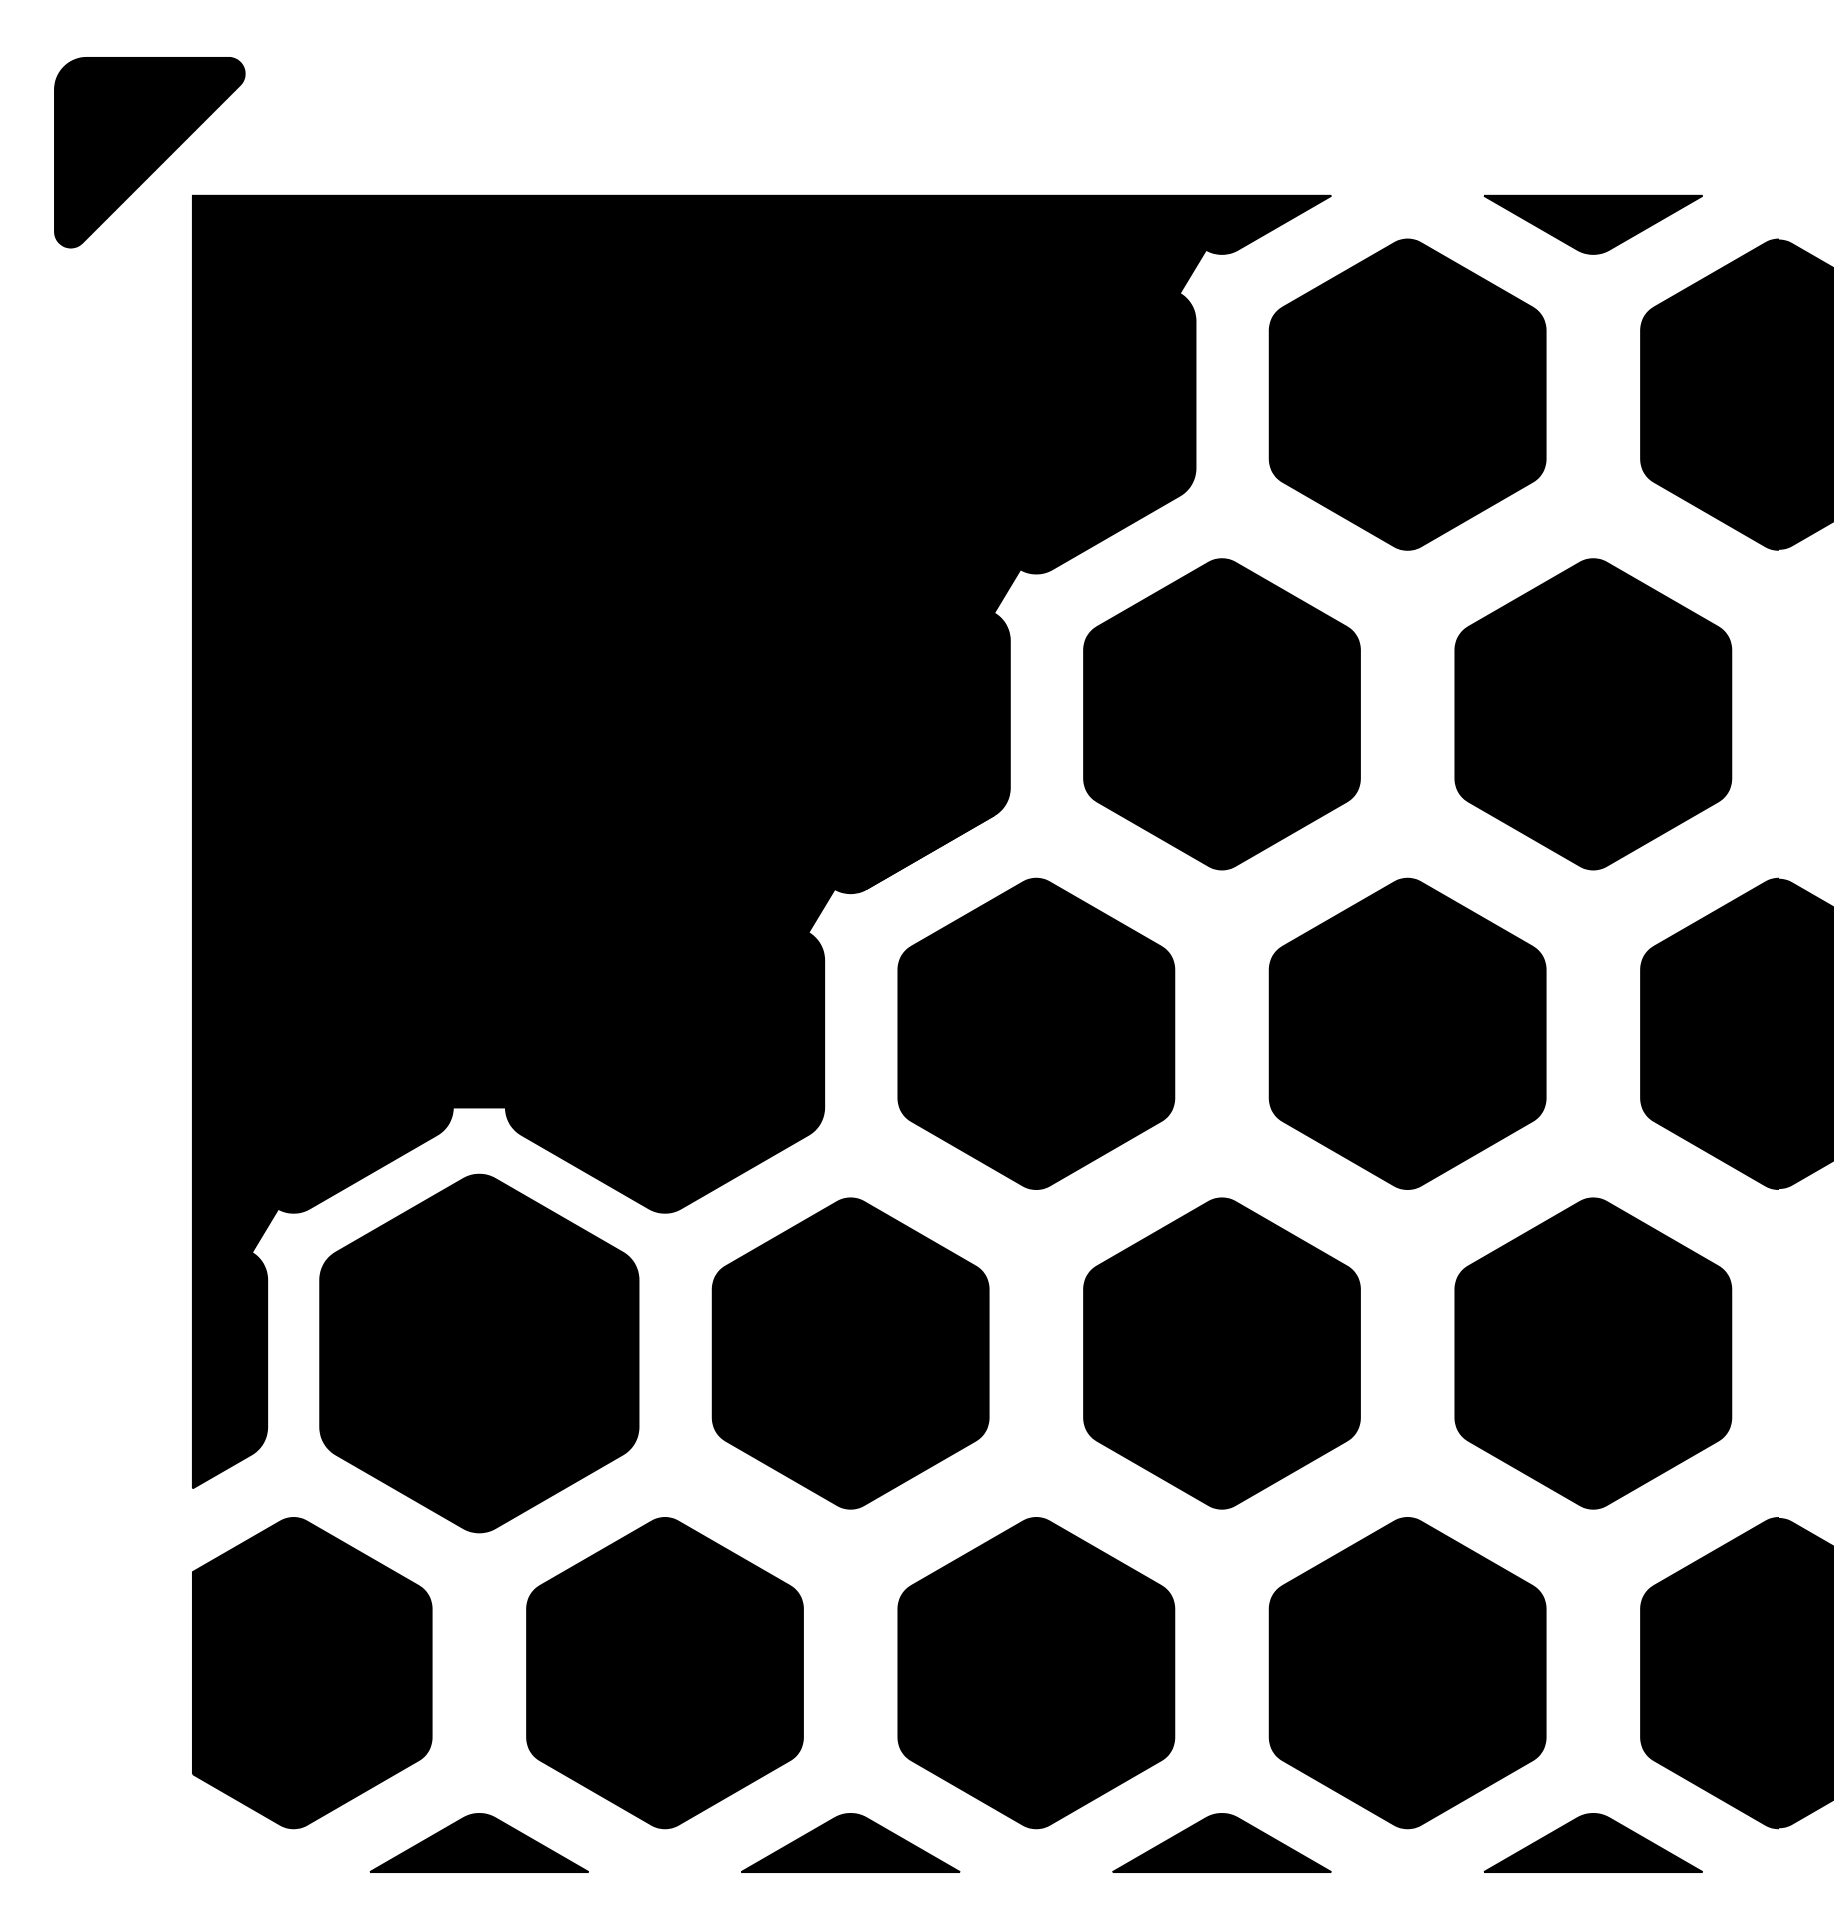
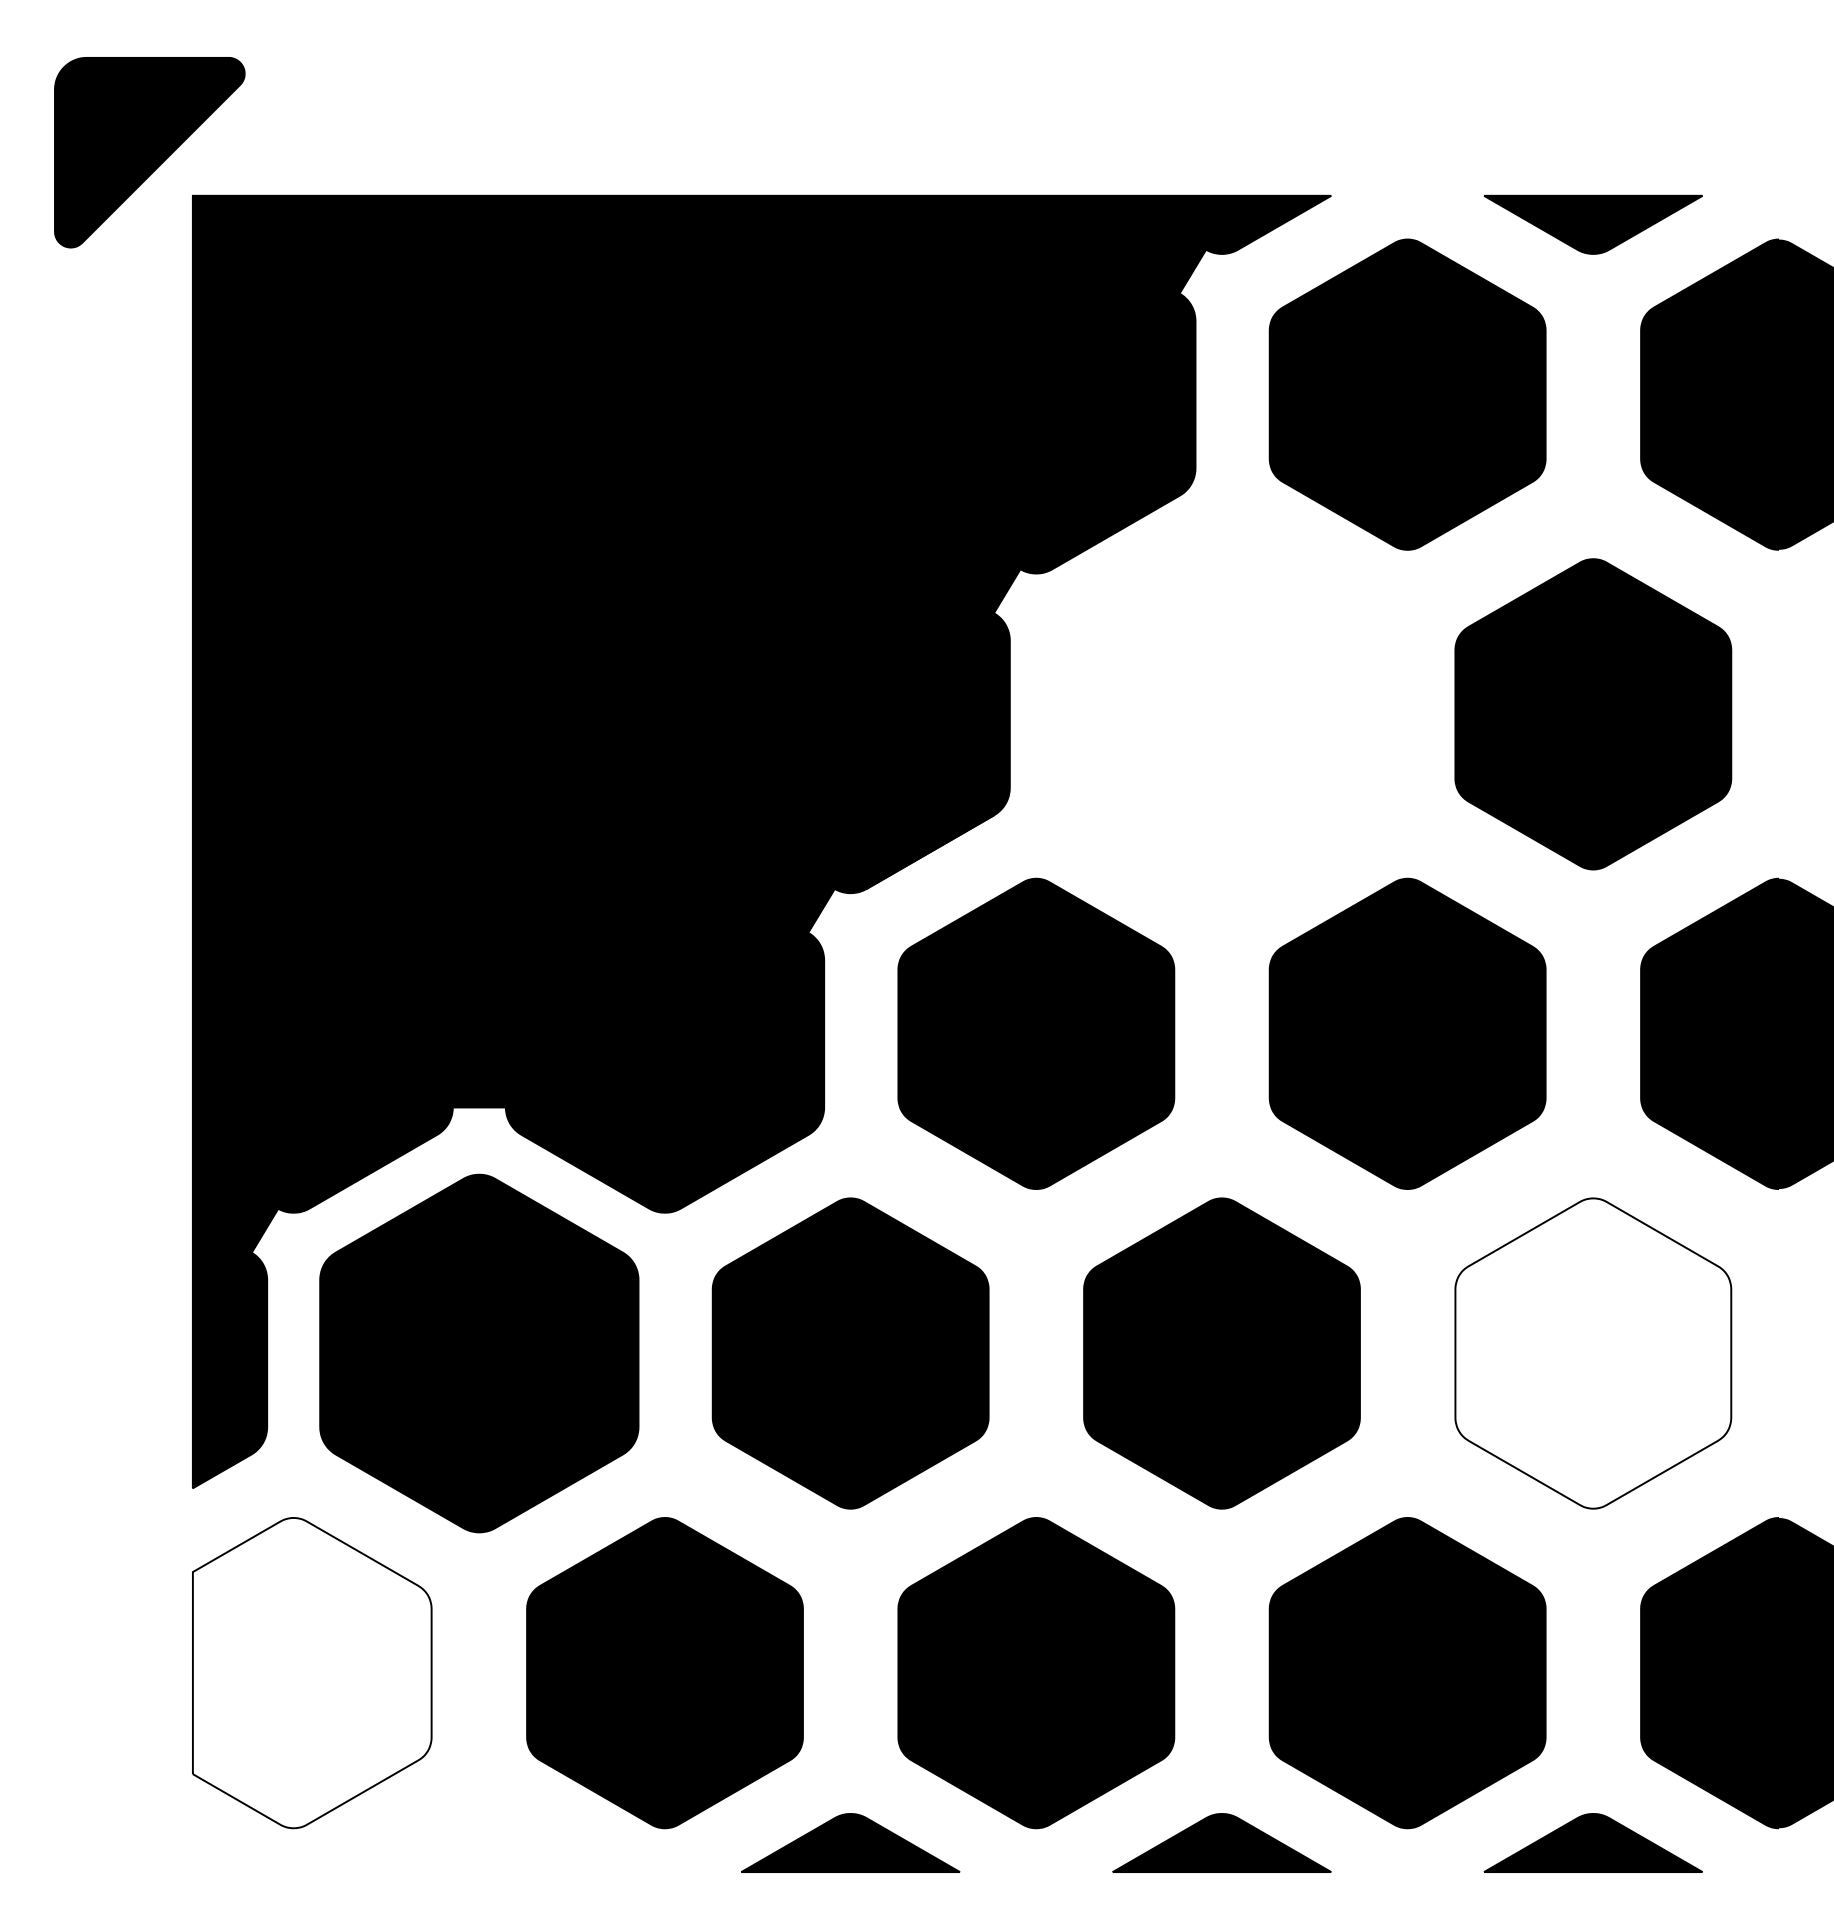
part at (1221, 714): present -> none
fill at (1593, 1353): present -> none
fill at (311, 1672): present -> none
part at (478, 1842): present -> none
